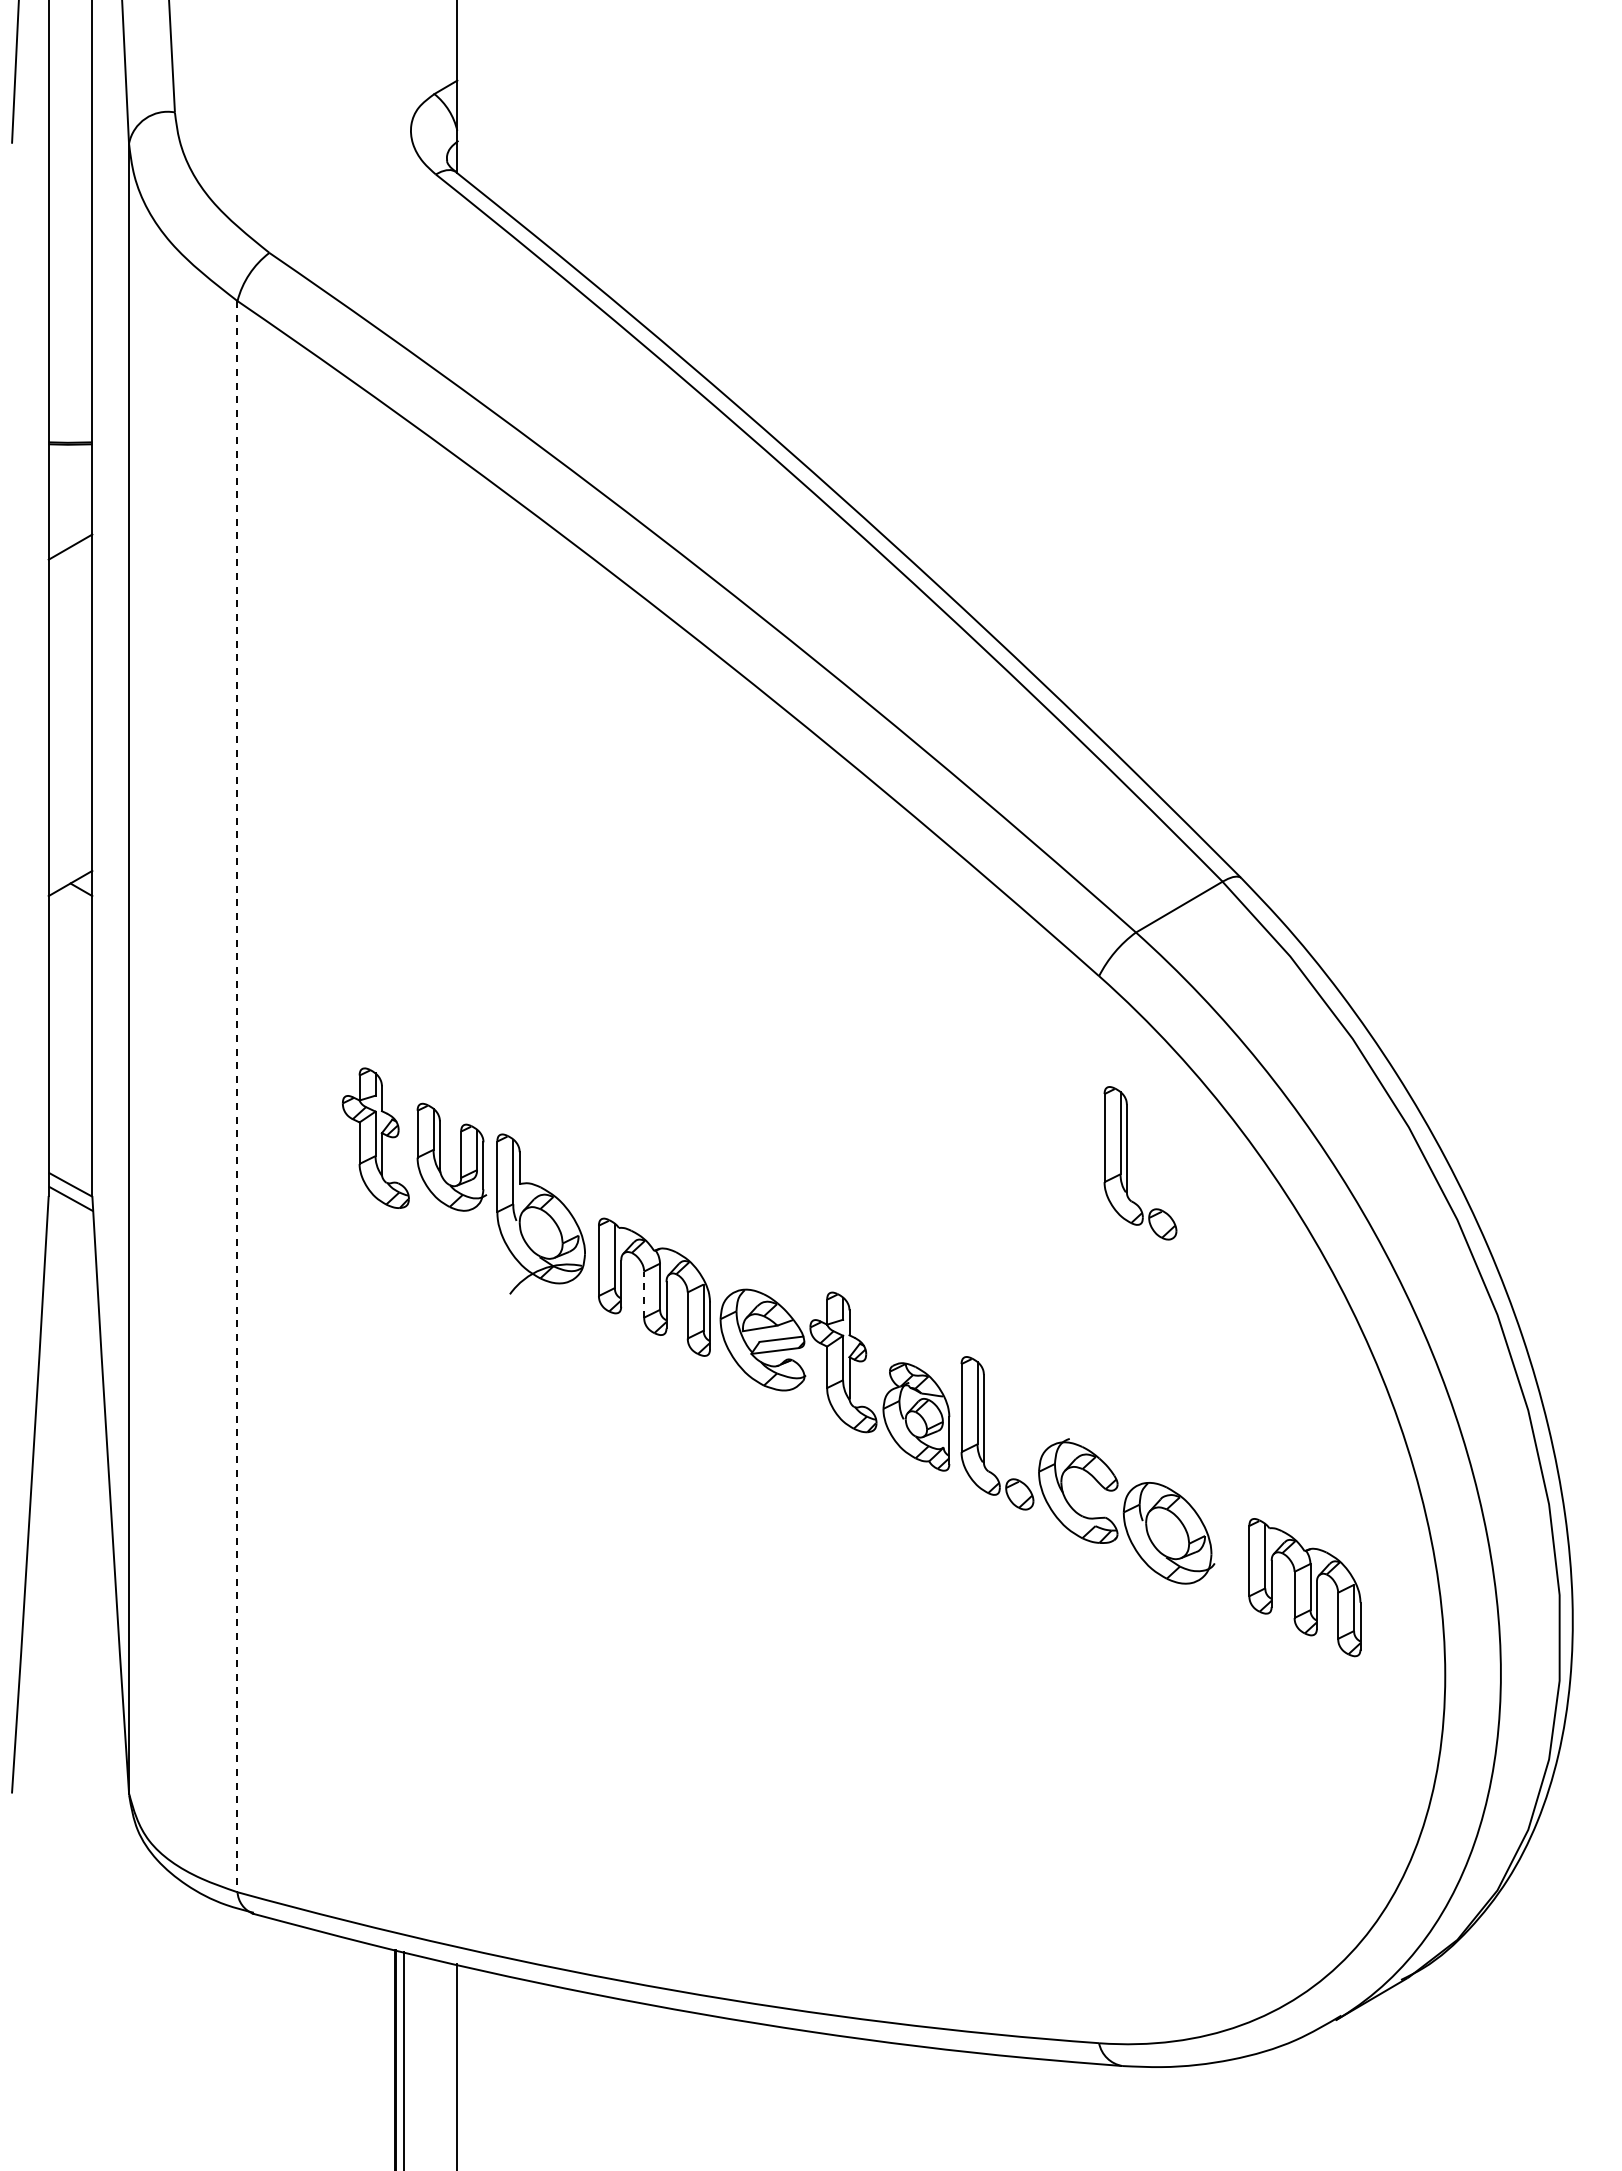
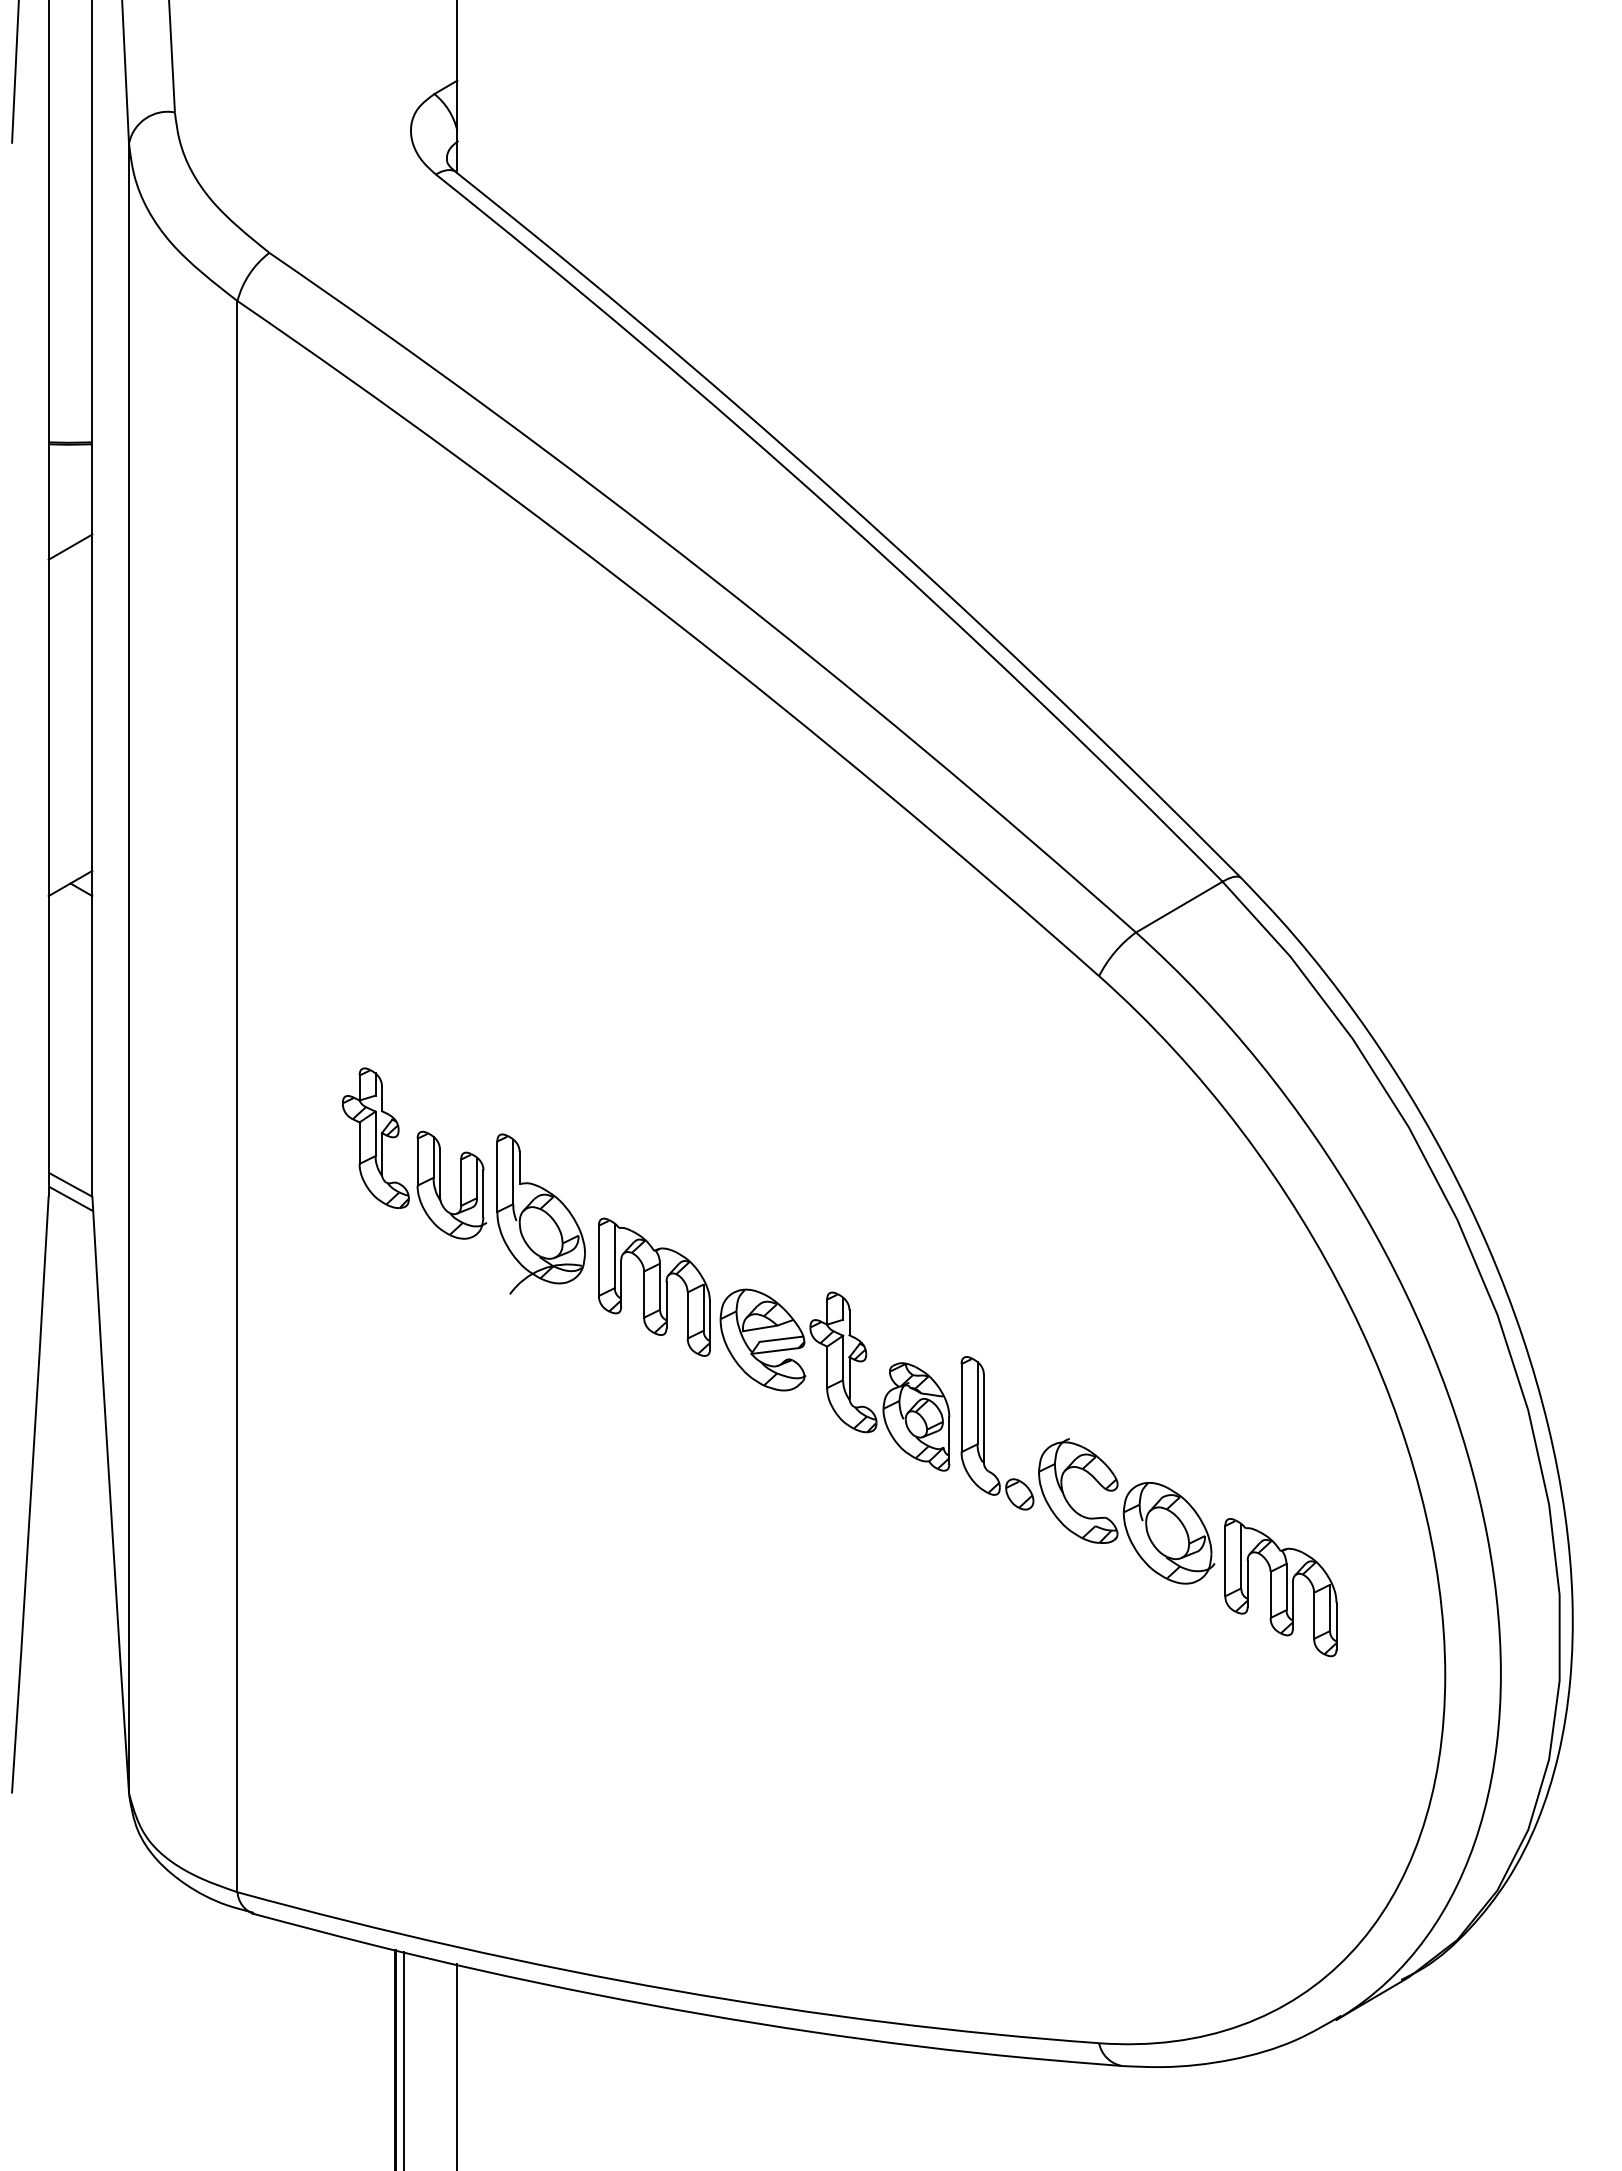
line at (237, 1096): dashed -> solid
part at (460, 1156) position: (460, 1156) -> (460, 1184)
part at (1127, 1163): present -> none
line at (644, 1294): dashed -> solid
part at (1304, 1587) position: (1304, 1587) -> (1280, 1587)
